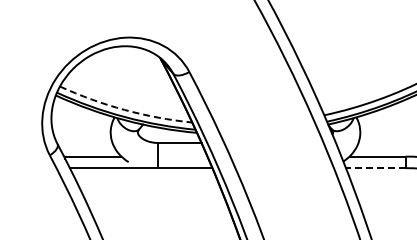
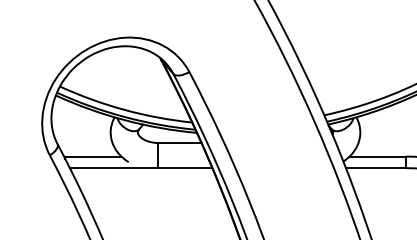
arc at (124, 109): dashed -> solid
line at (375, 168): dashed -> solid
